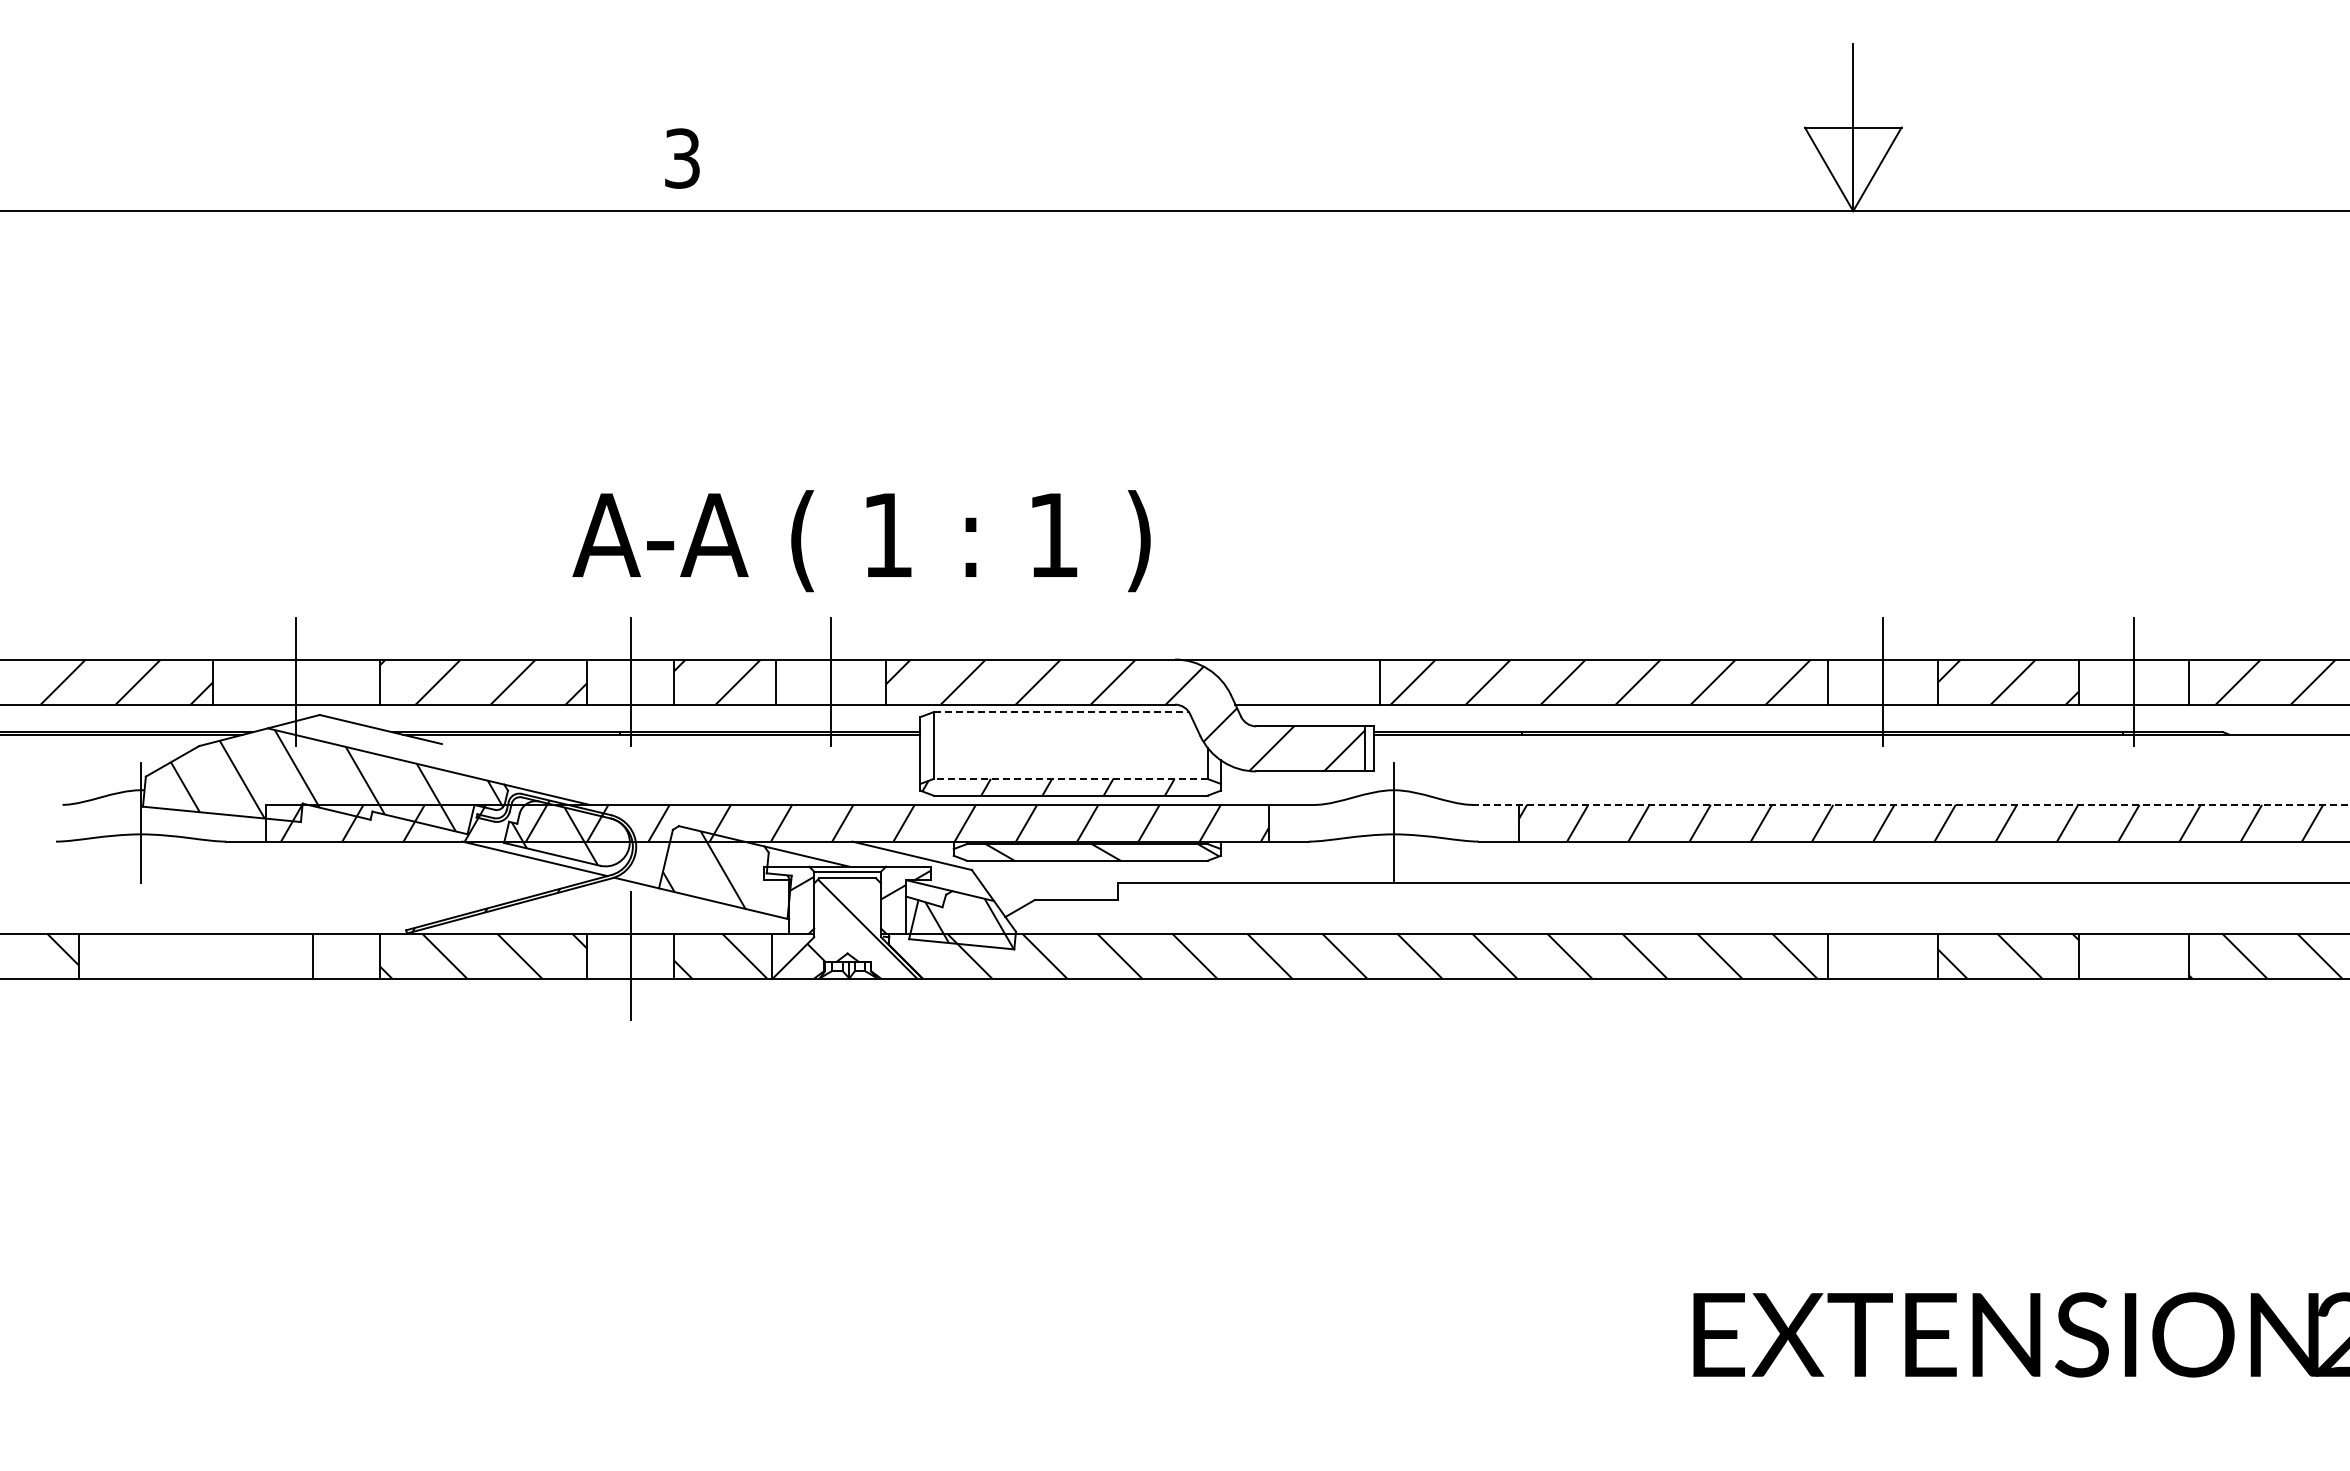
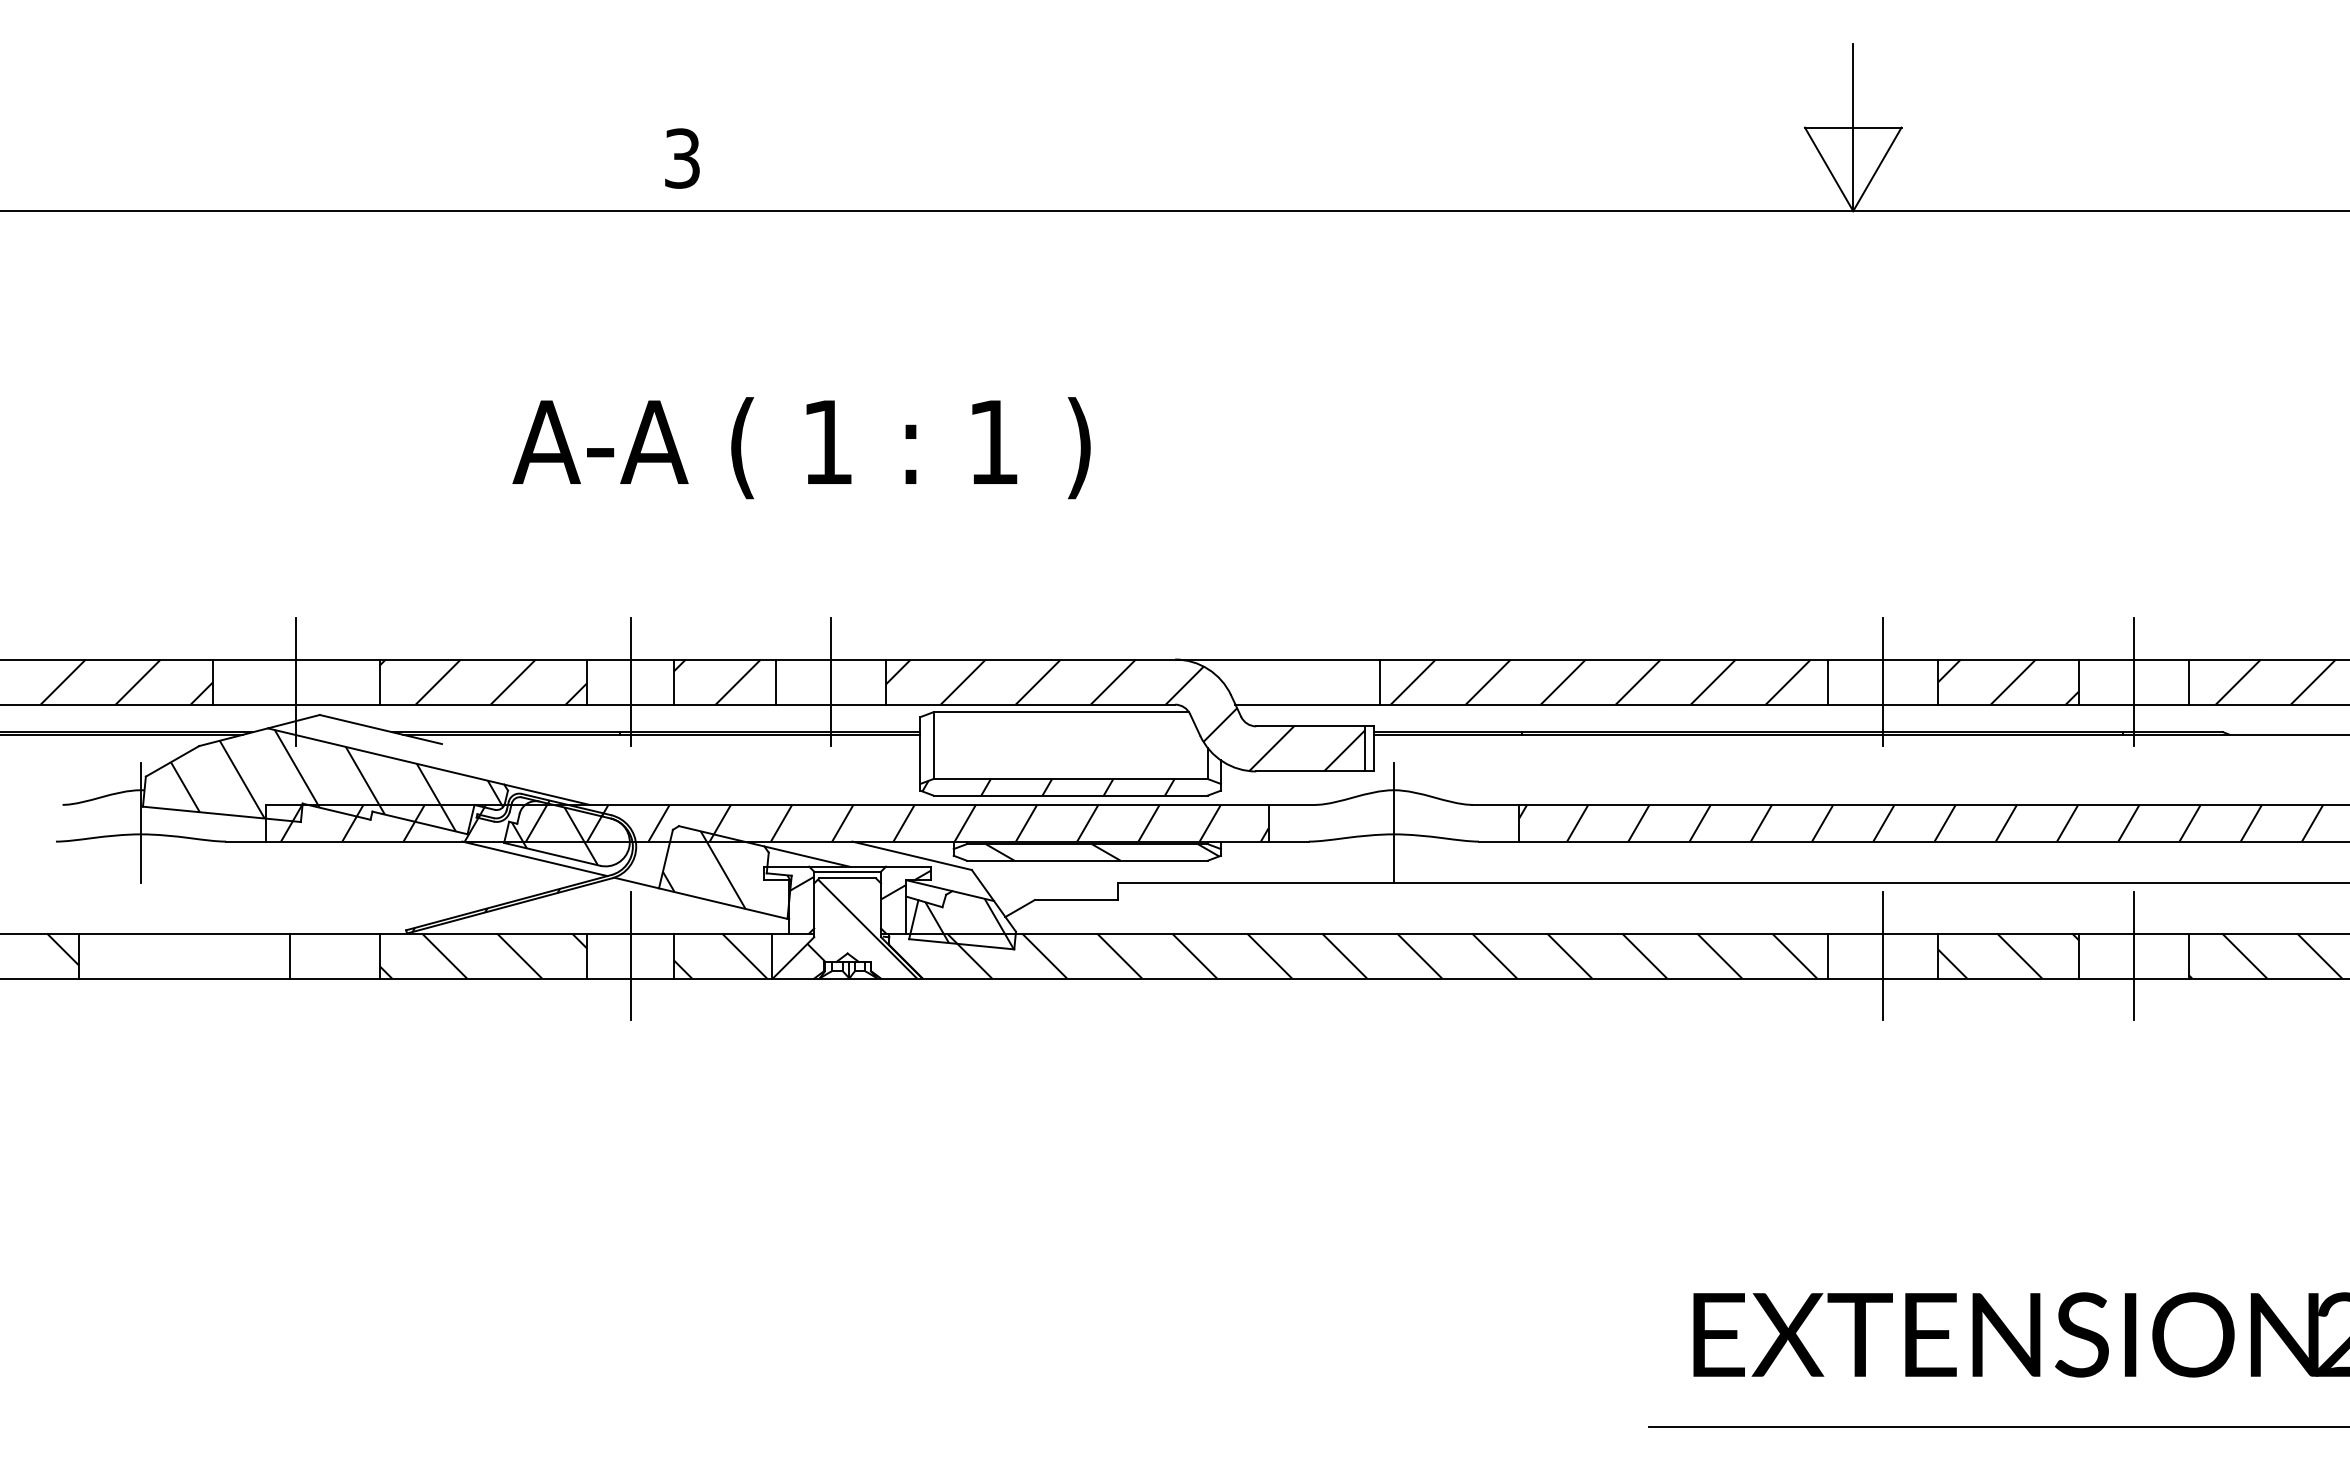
text at (861, 541) position: (861, 541) -> (801, 448)
line at (1061, 712): dashed -> solid
line at (1070, 778): dashed -> solid
line at (1911, 804): dashed -> solid
line at (313, 955) position: (313, 955) -> (290, 955)
line at (1883, 955): none -> present
line at (2133, 955): none -> present
line at (1997, 1426): none -> present
